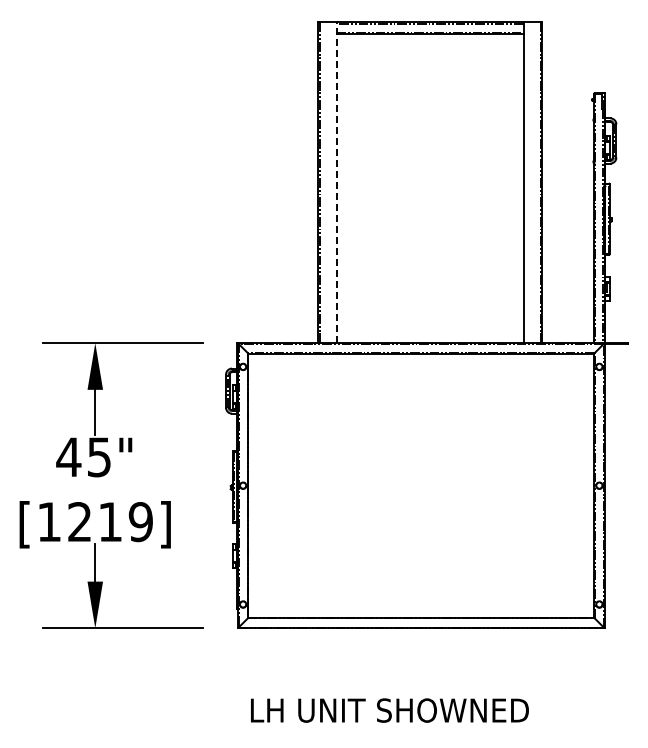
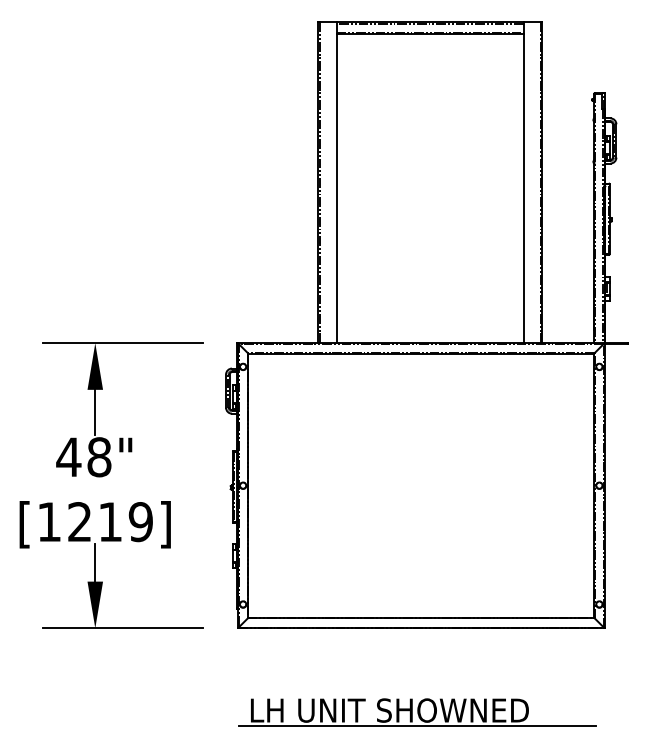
line at (336, 182): dashed -> solid
text at (99, 457): 45" -> 48"
line at (417, 725): none -> present
